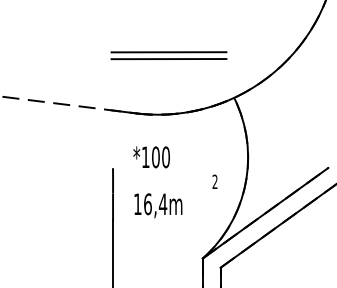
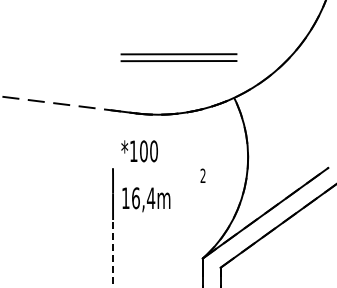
part at (168, 55) position: (168, 55) -> (178, 57)
text at (175, 182) position: (175, 182) -> (163, 176)
line at (113, 253): solid -> dashed
